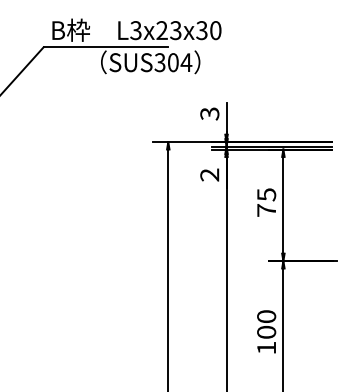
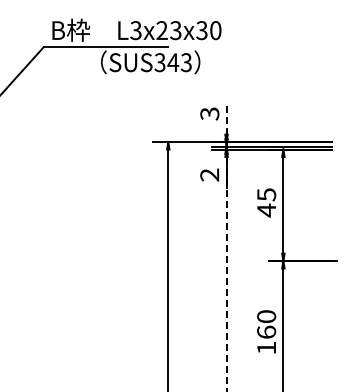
text at (179, 62): SUS304 -> SUS343
line at (226, 118): solid -> dashed
text at (266, 210): 75 -> 45
line at (226, 274): solid -> dashed
text at (266, 331): 100 -> 160
